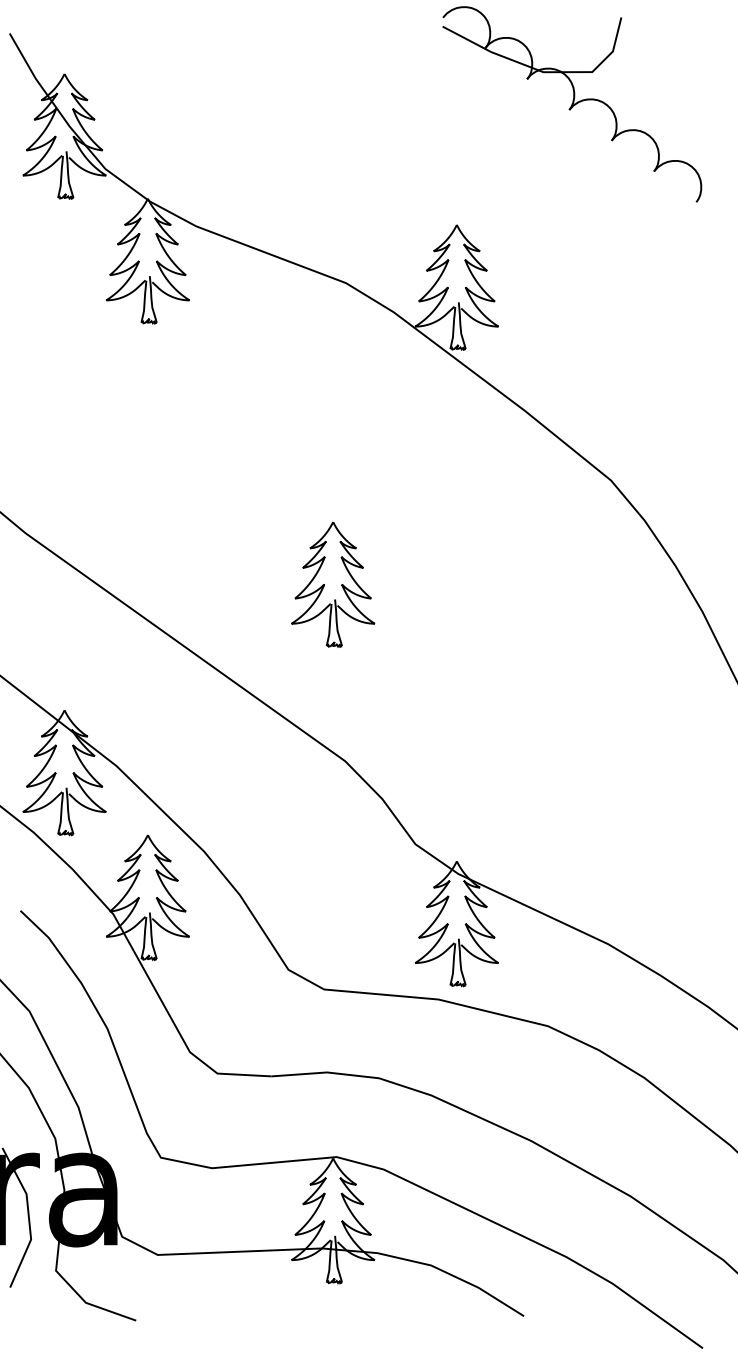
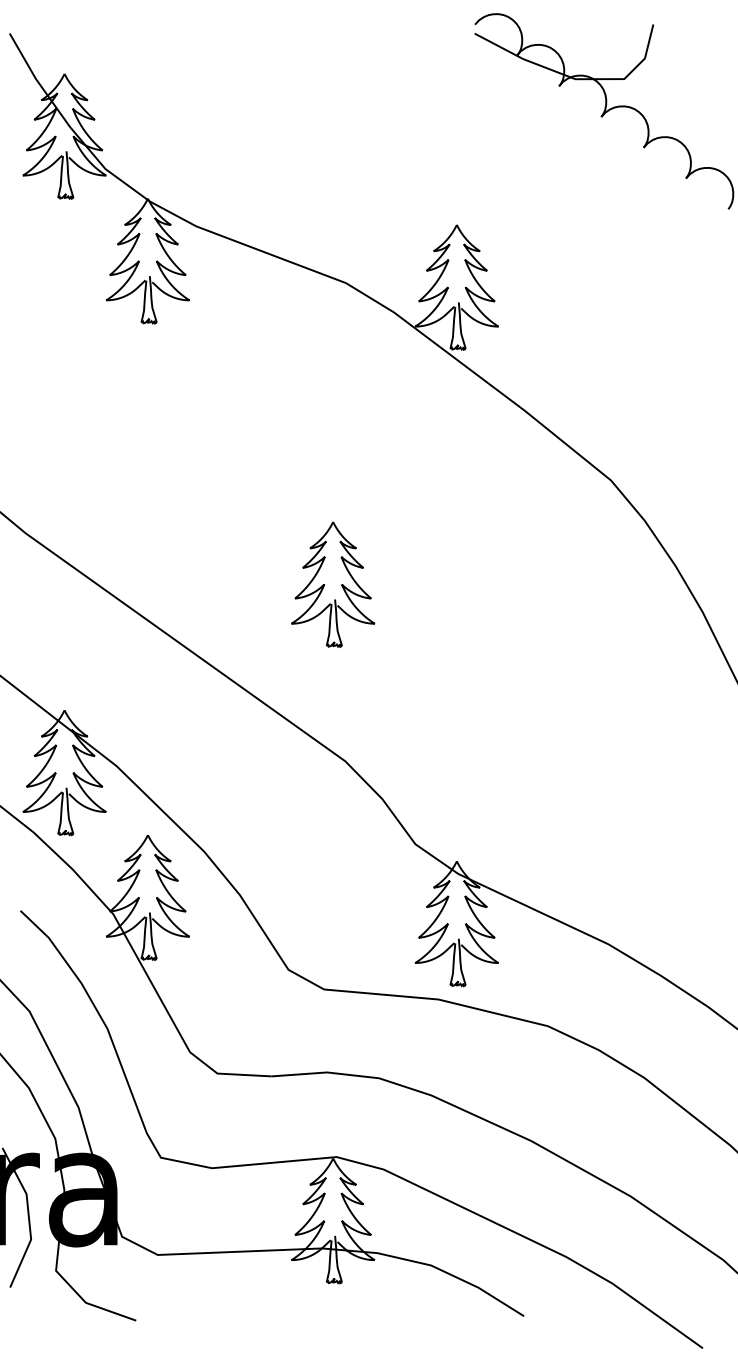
part at (572, 104) position: (572, 104) -> (604, 111)
